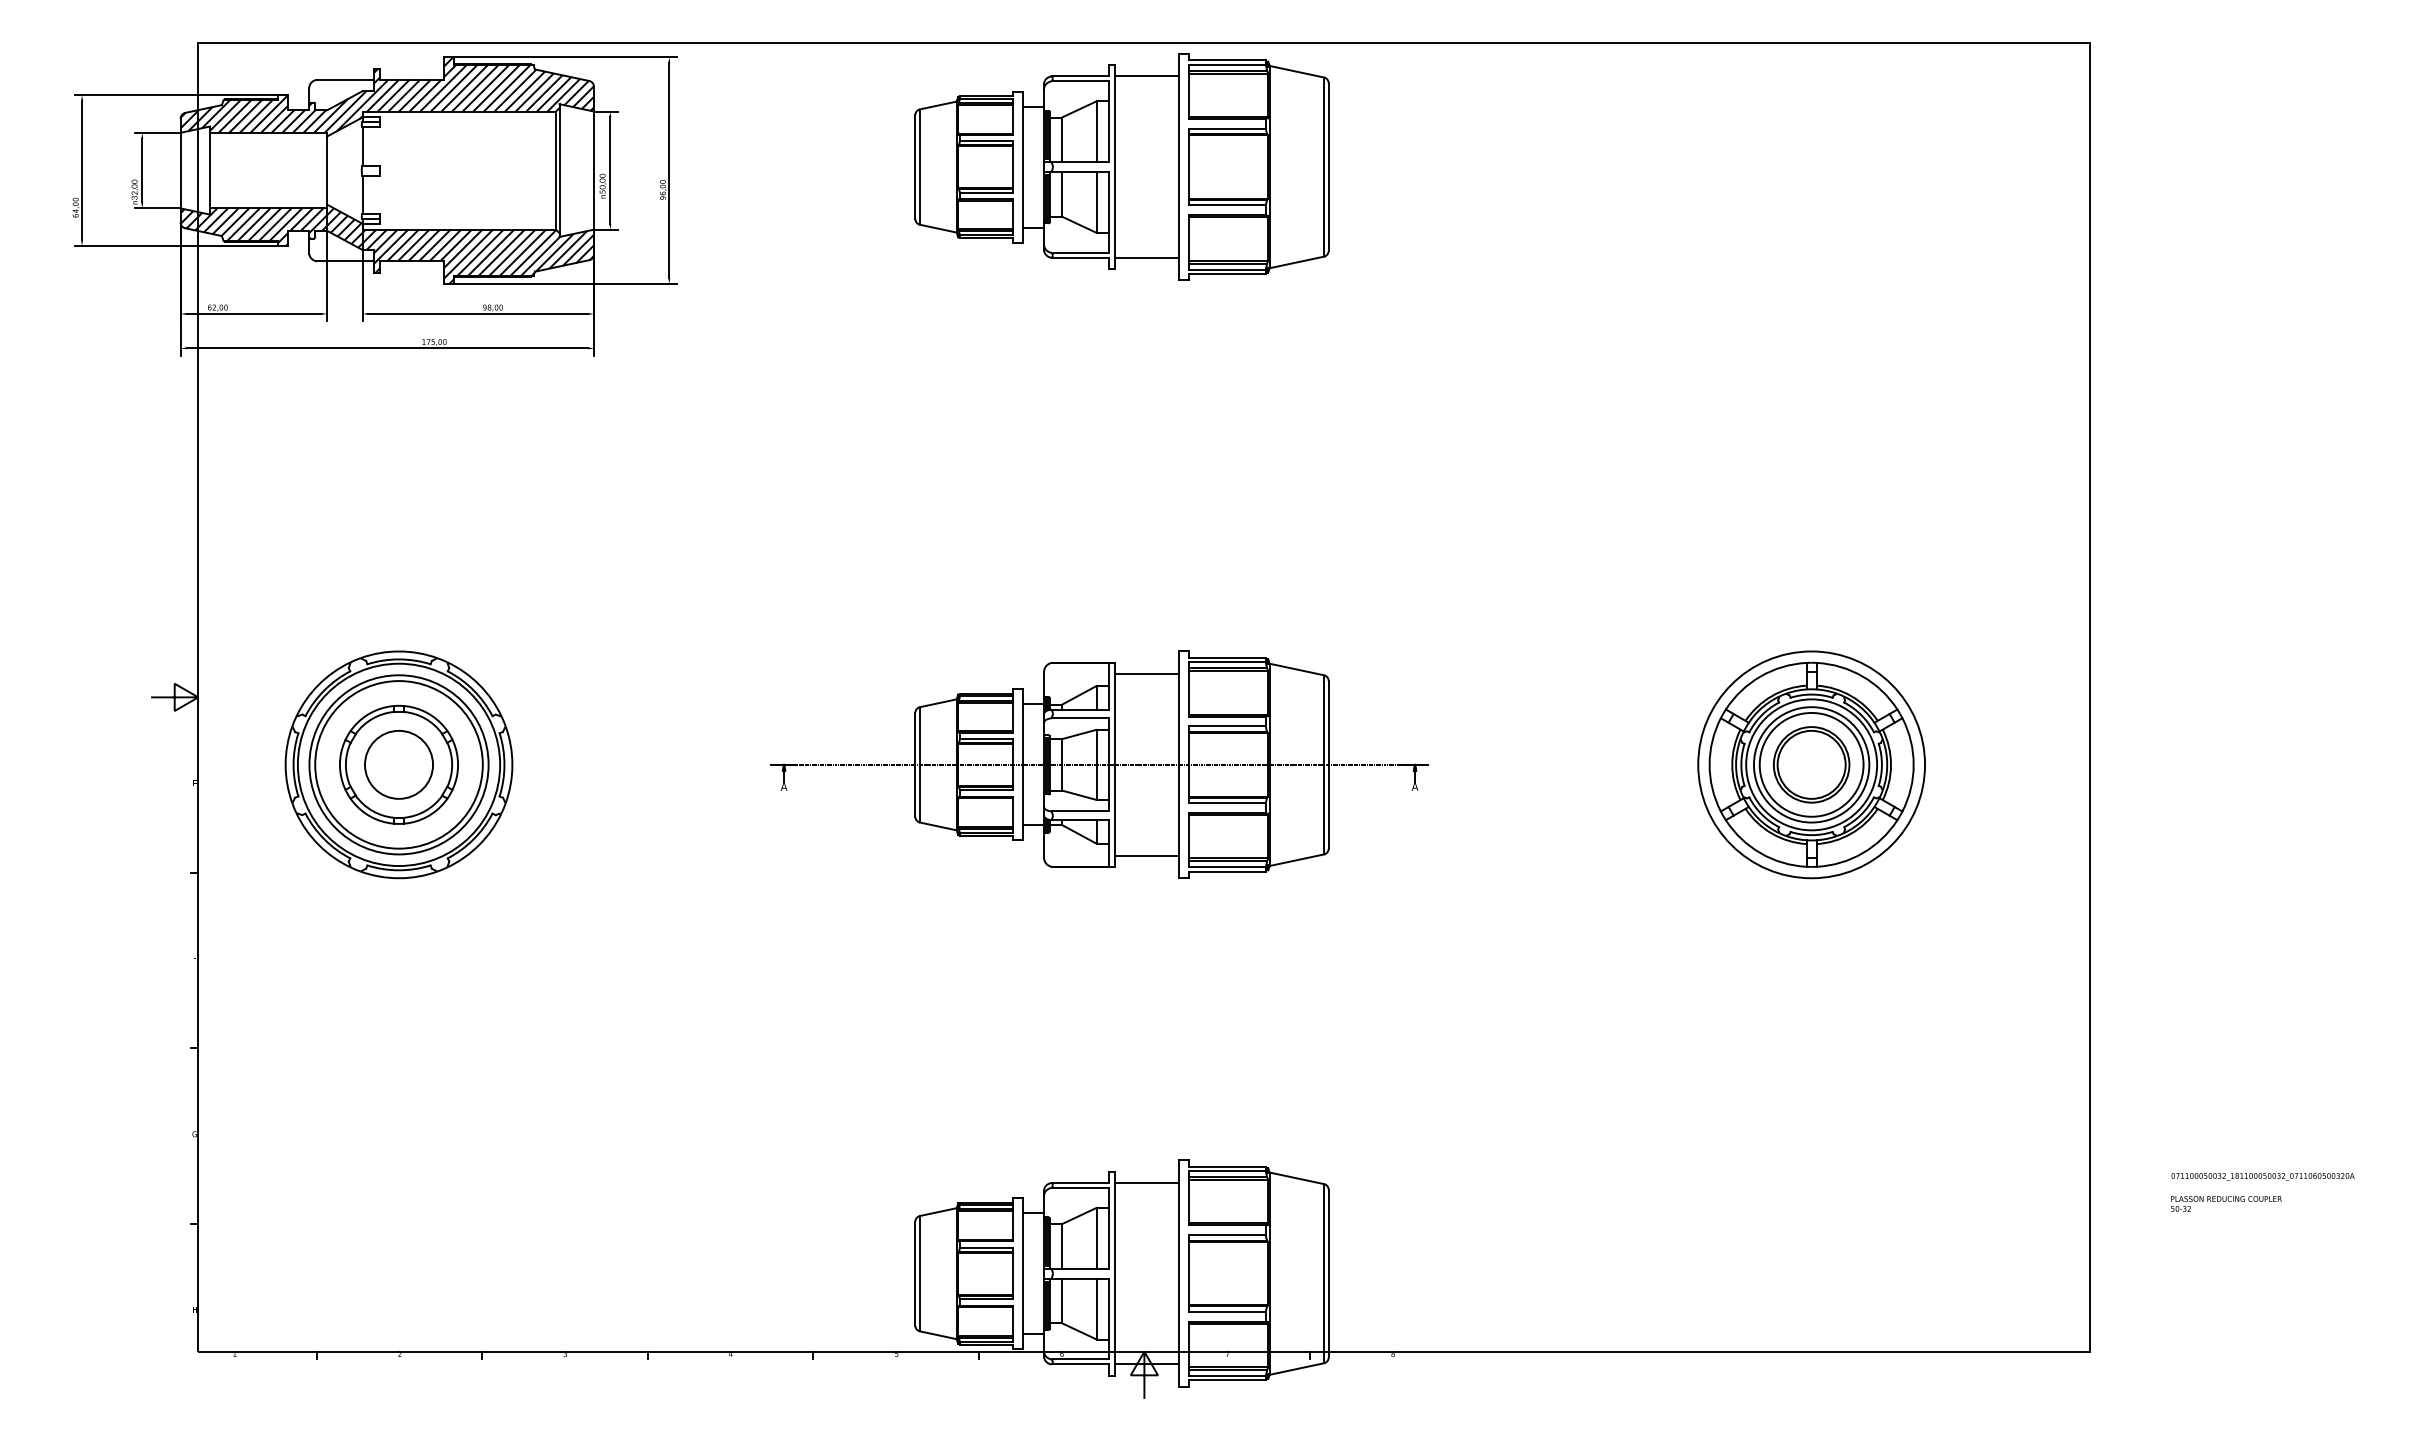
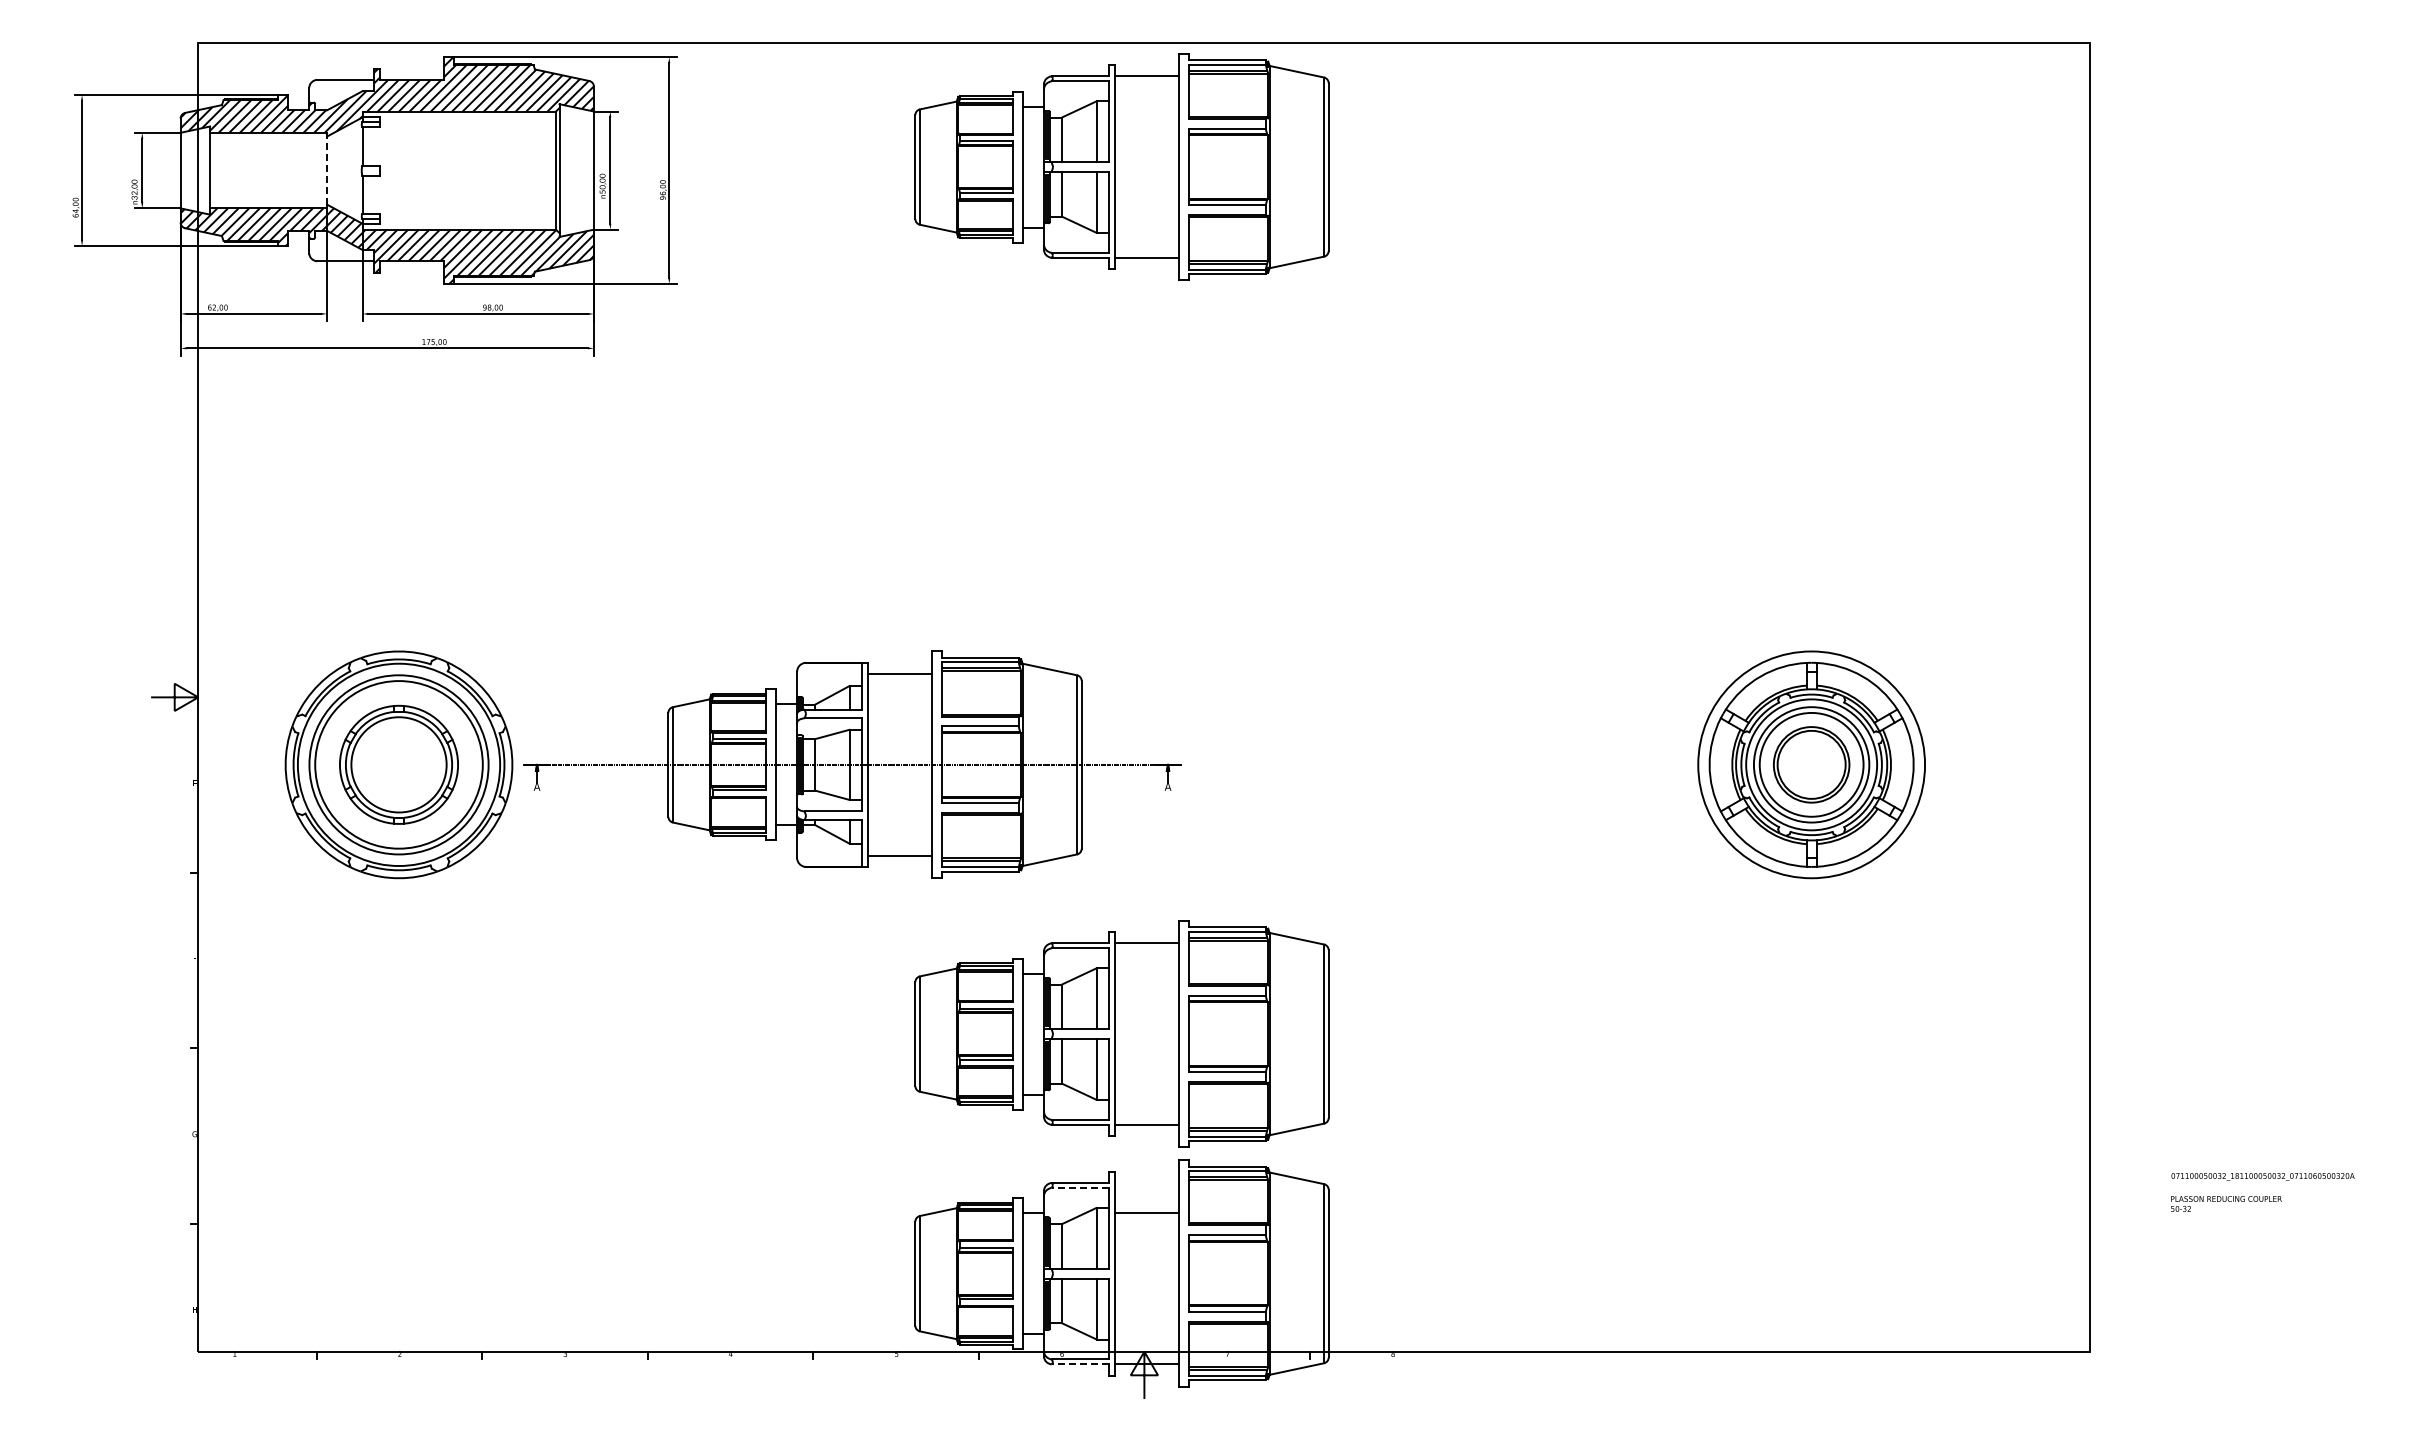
line at (327, 170): solid -> dashed
circle at (399, 764) diameter: 68 px -> 95 px
part at (1099, 764) position: (1099, 764) -> (852, 764)
part at (1121, 1033): none -> present
line at (1146, 1182) position: (1146, 1182) -> (1146, 1212)
line at (1080, 1187): solid -> dashed
line at (1080, 1364): solid -> dashed
